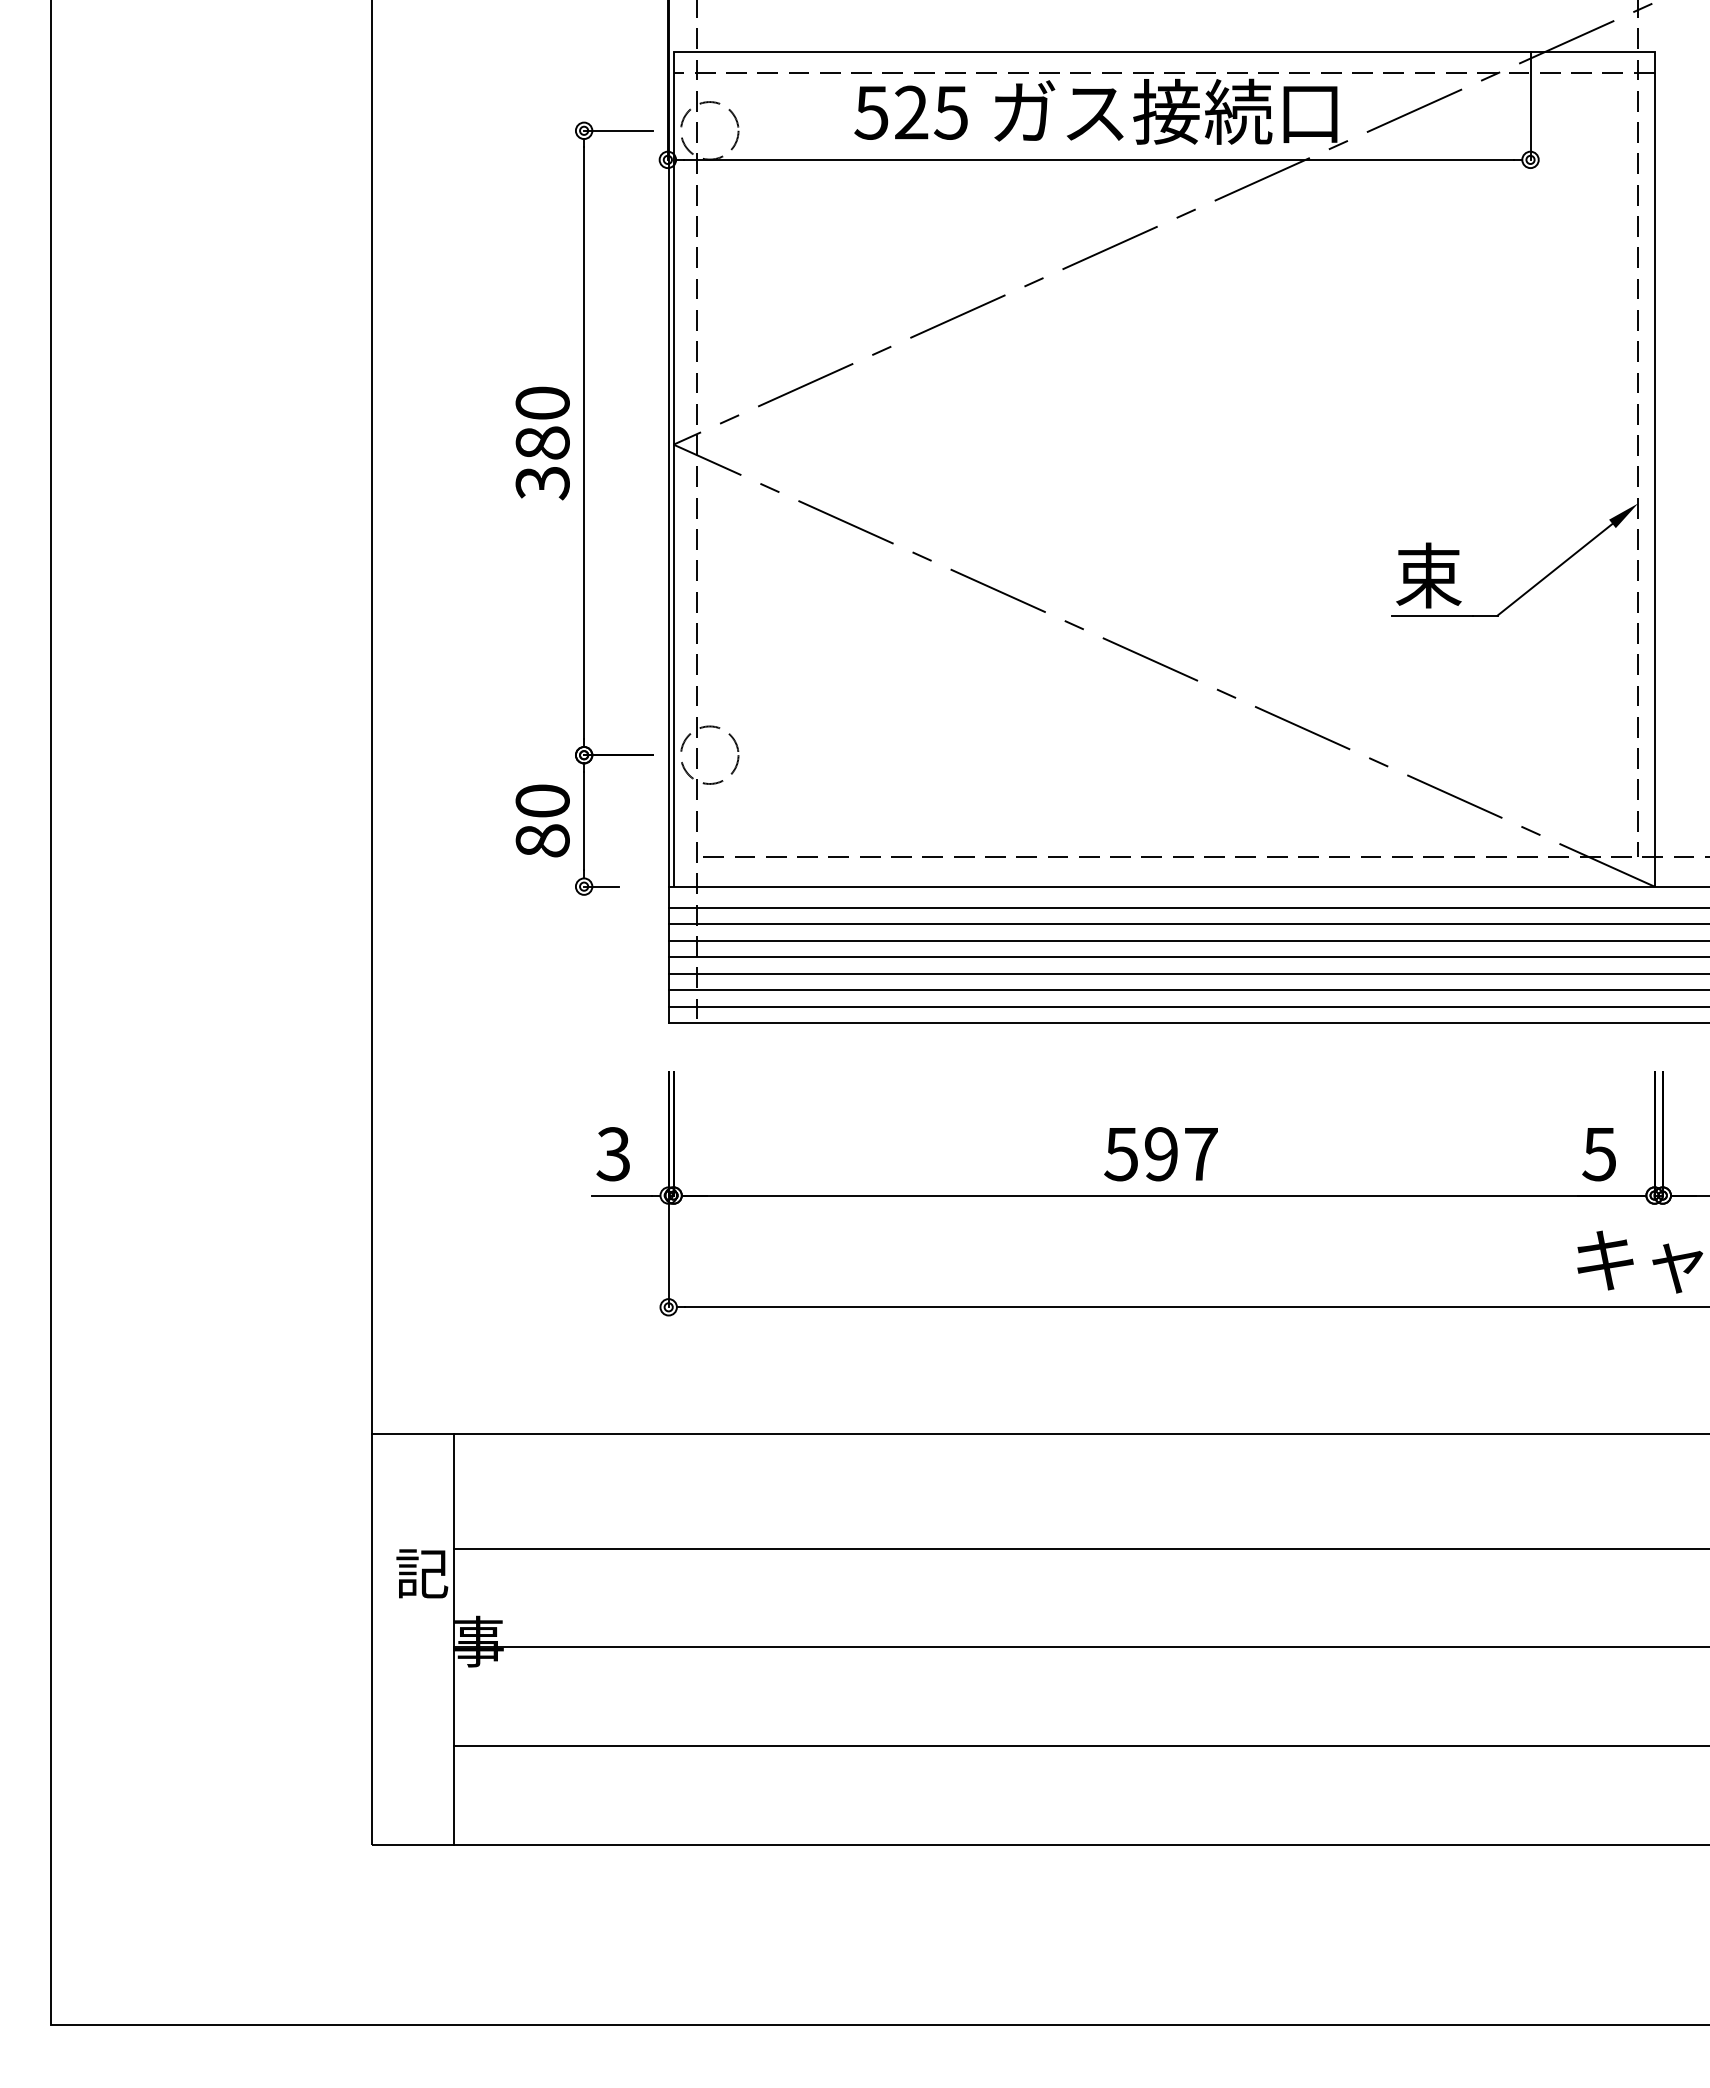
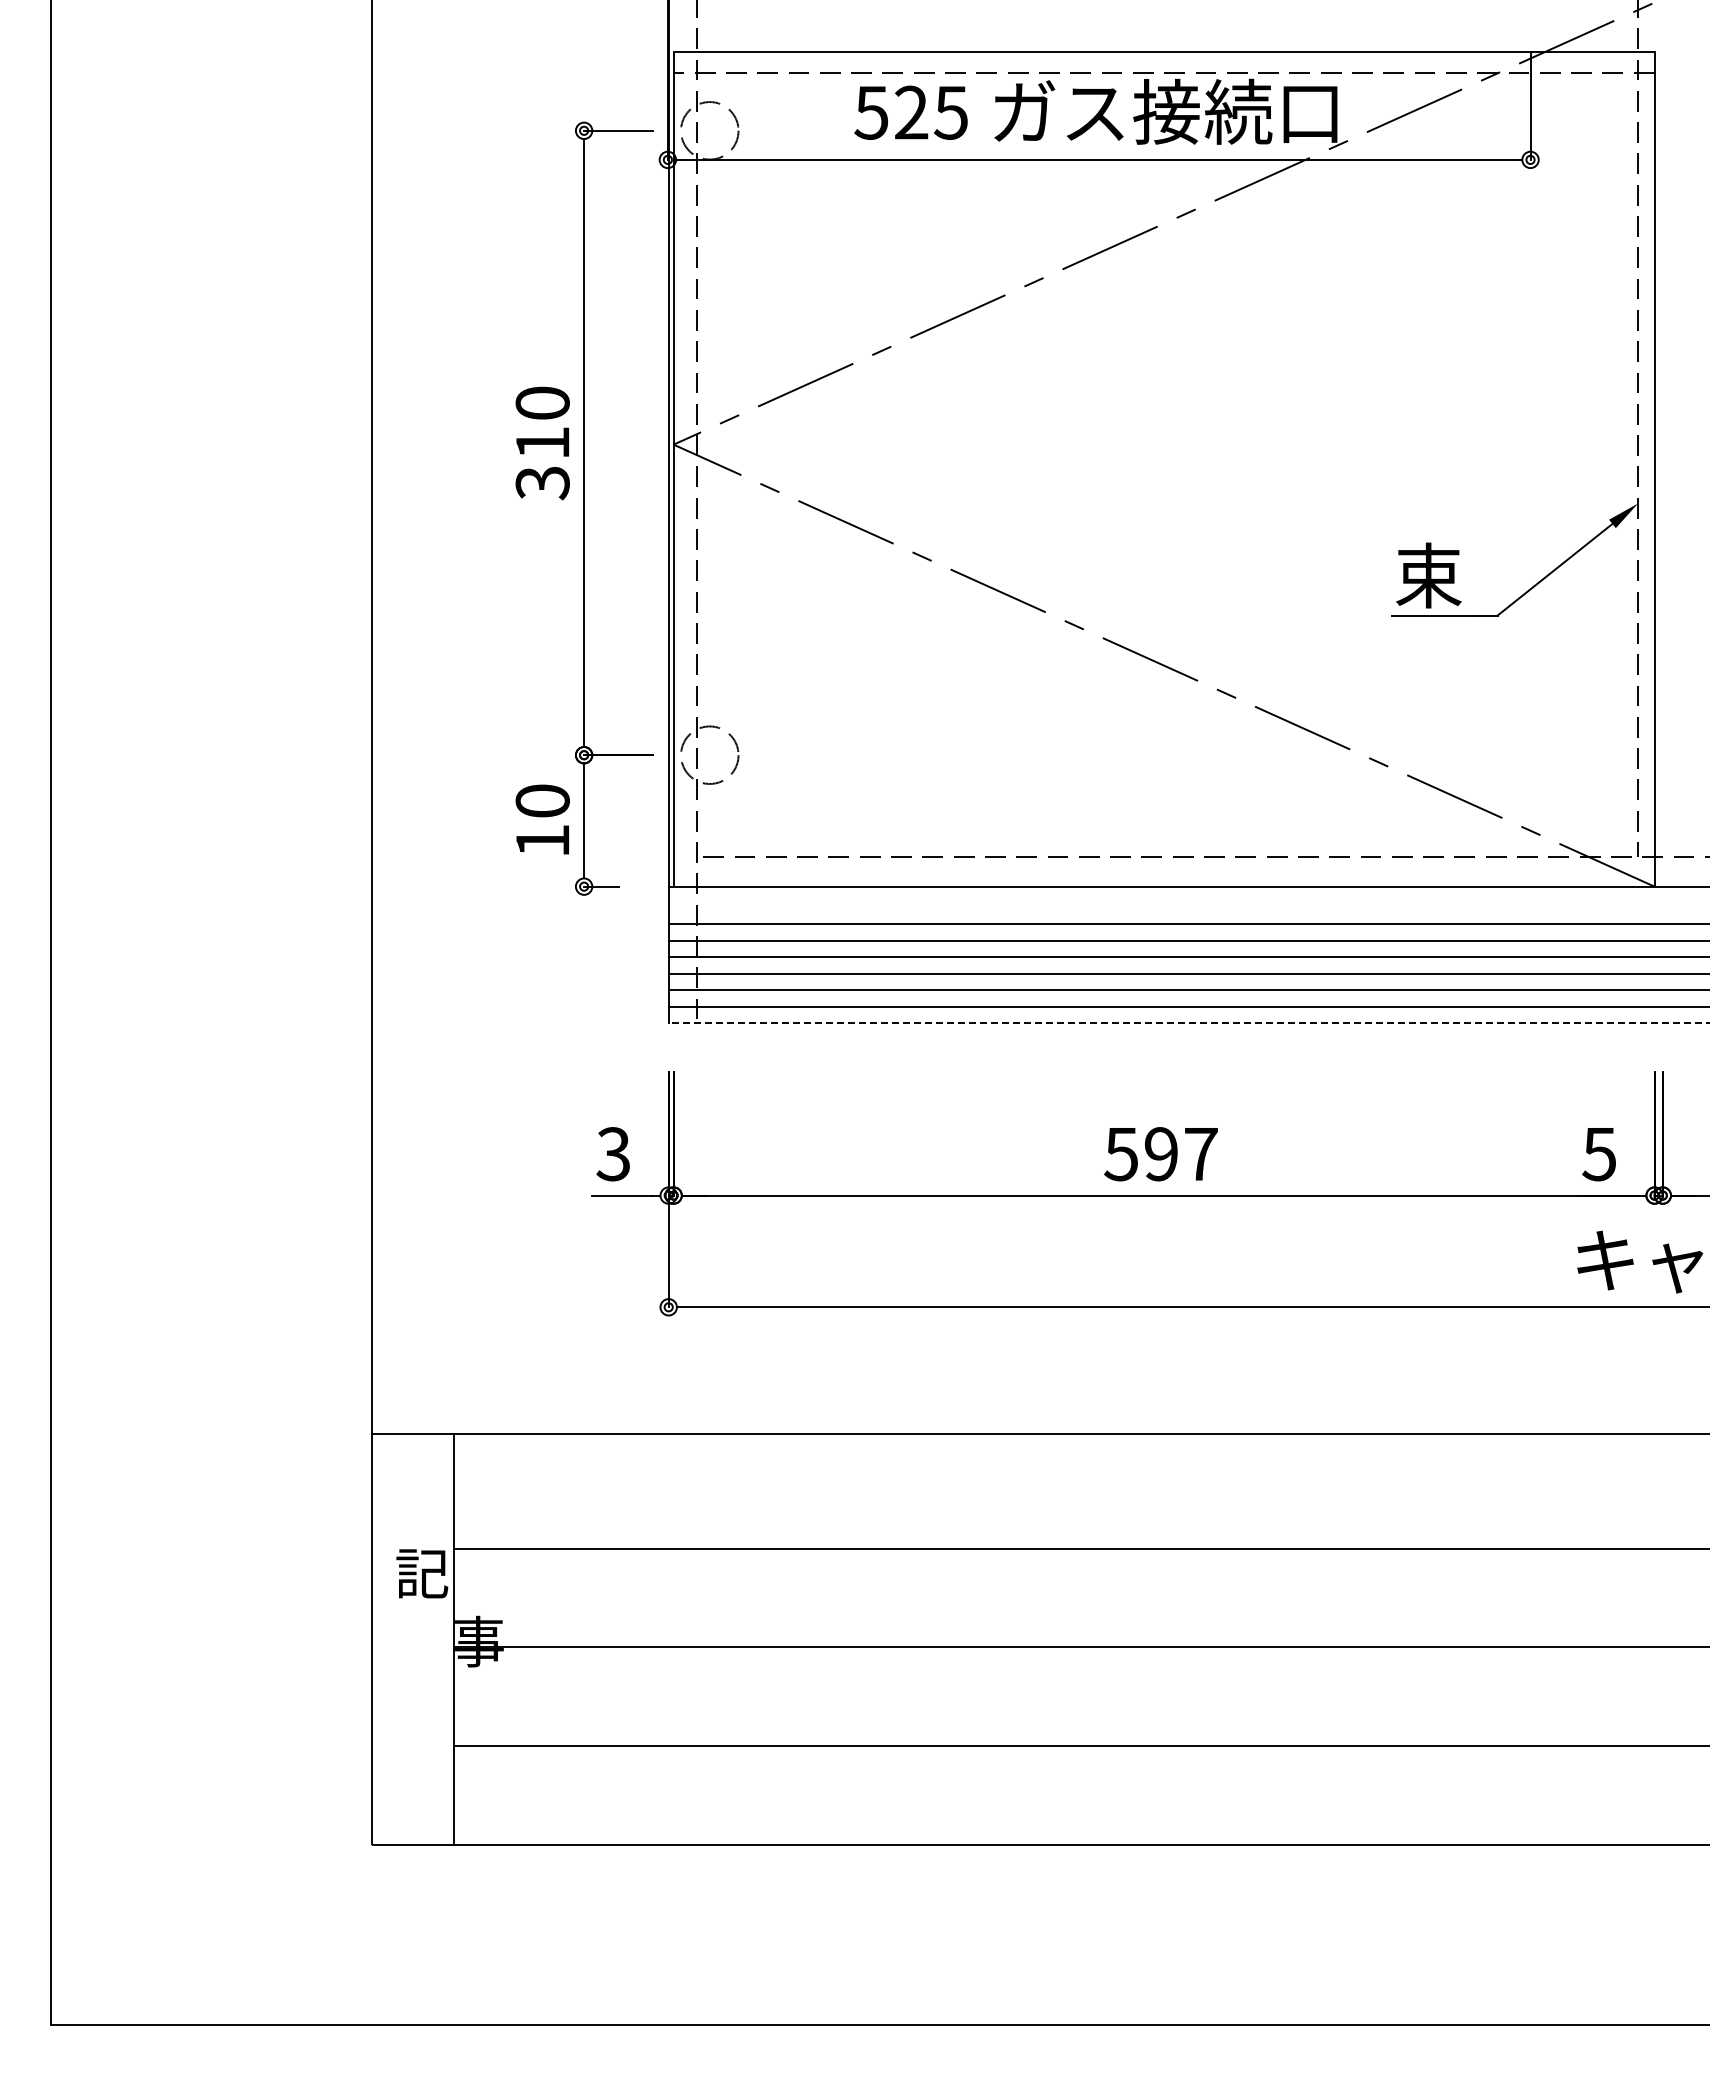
text at (542, 442): 380 -> 310
text at (542, 840): 80 -> 10
line at (1187, 908): present -> none
line at (1188, 1023): solid -> dashed
